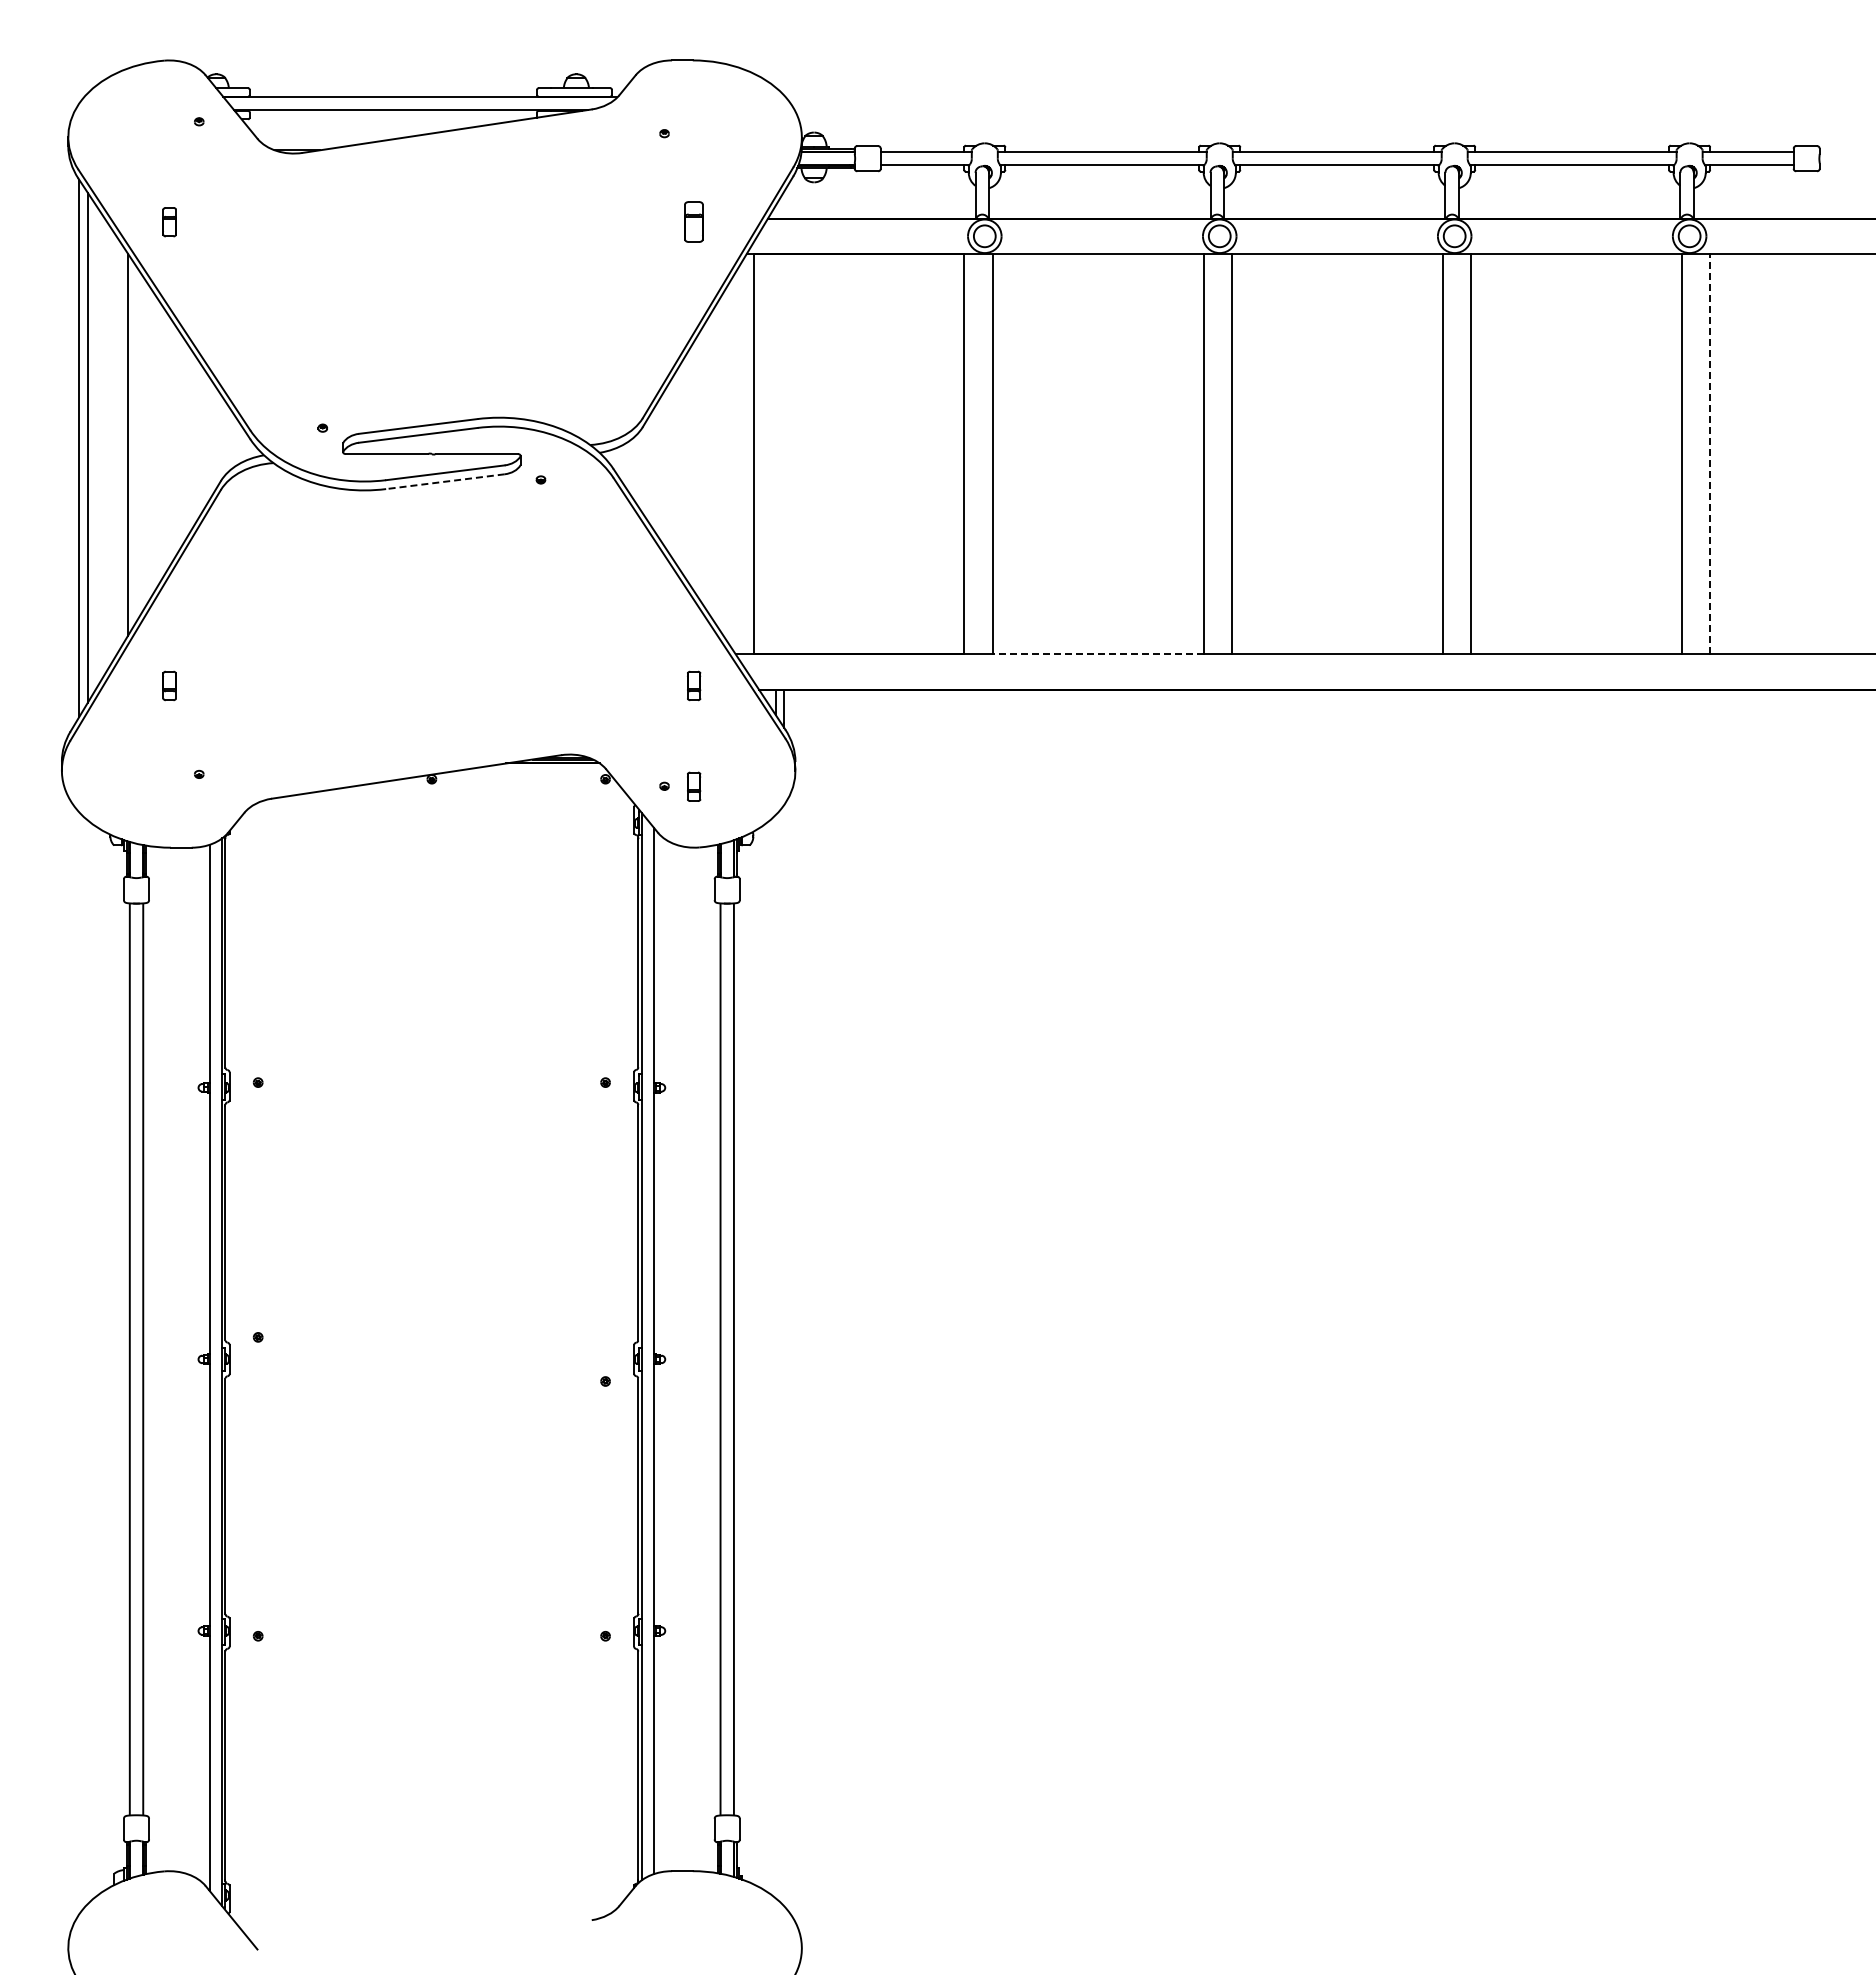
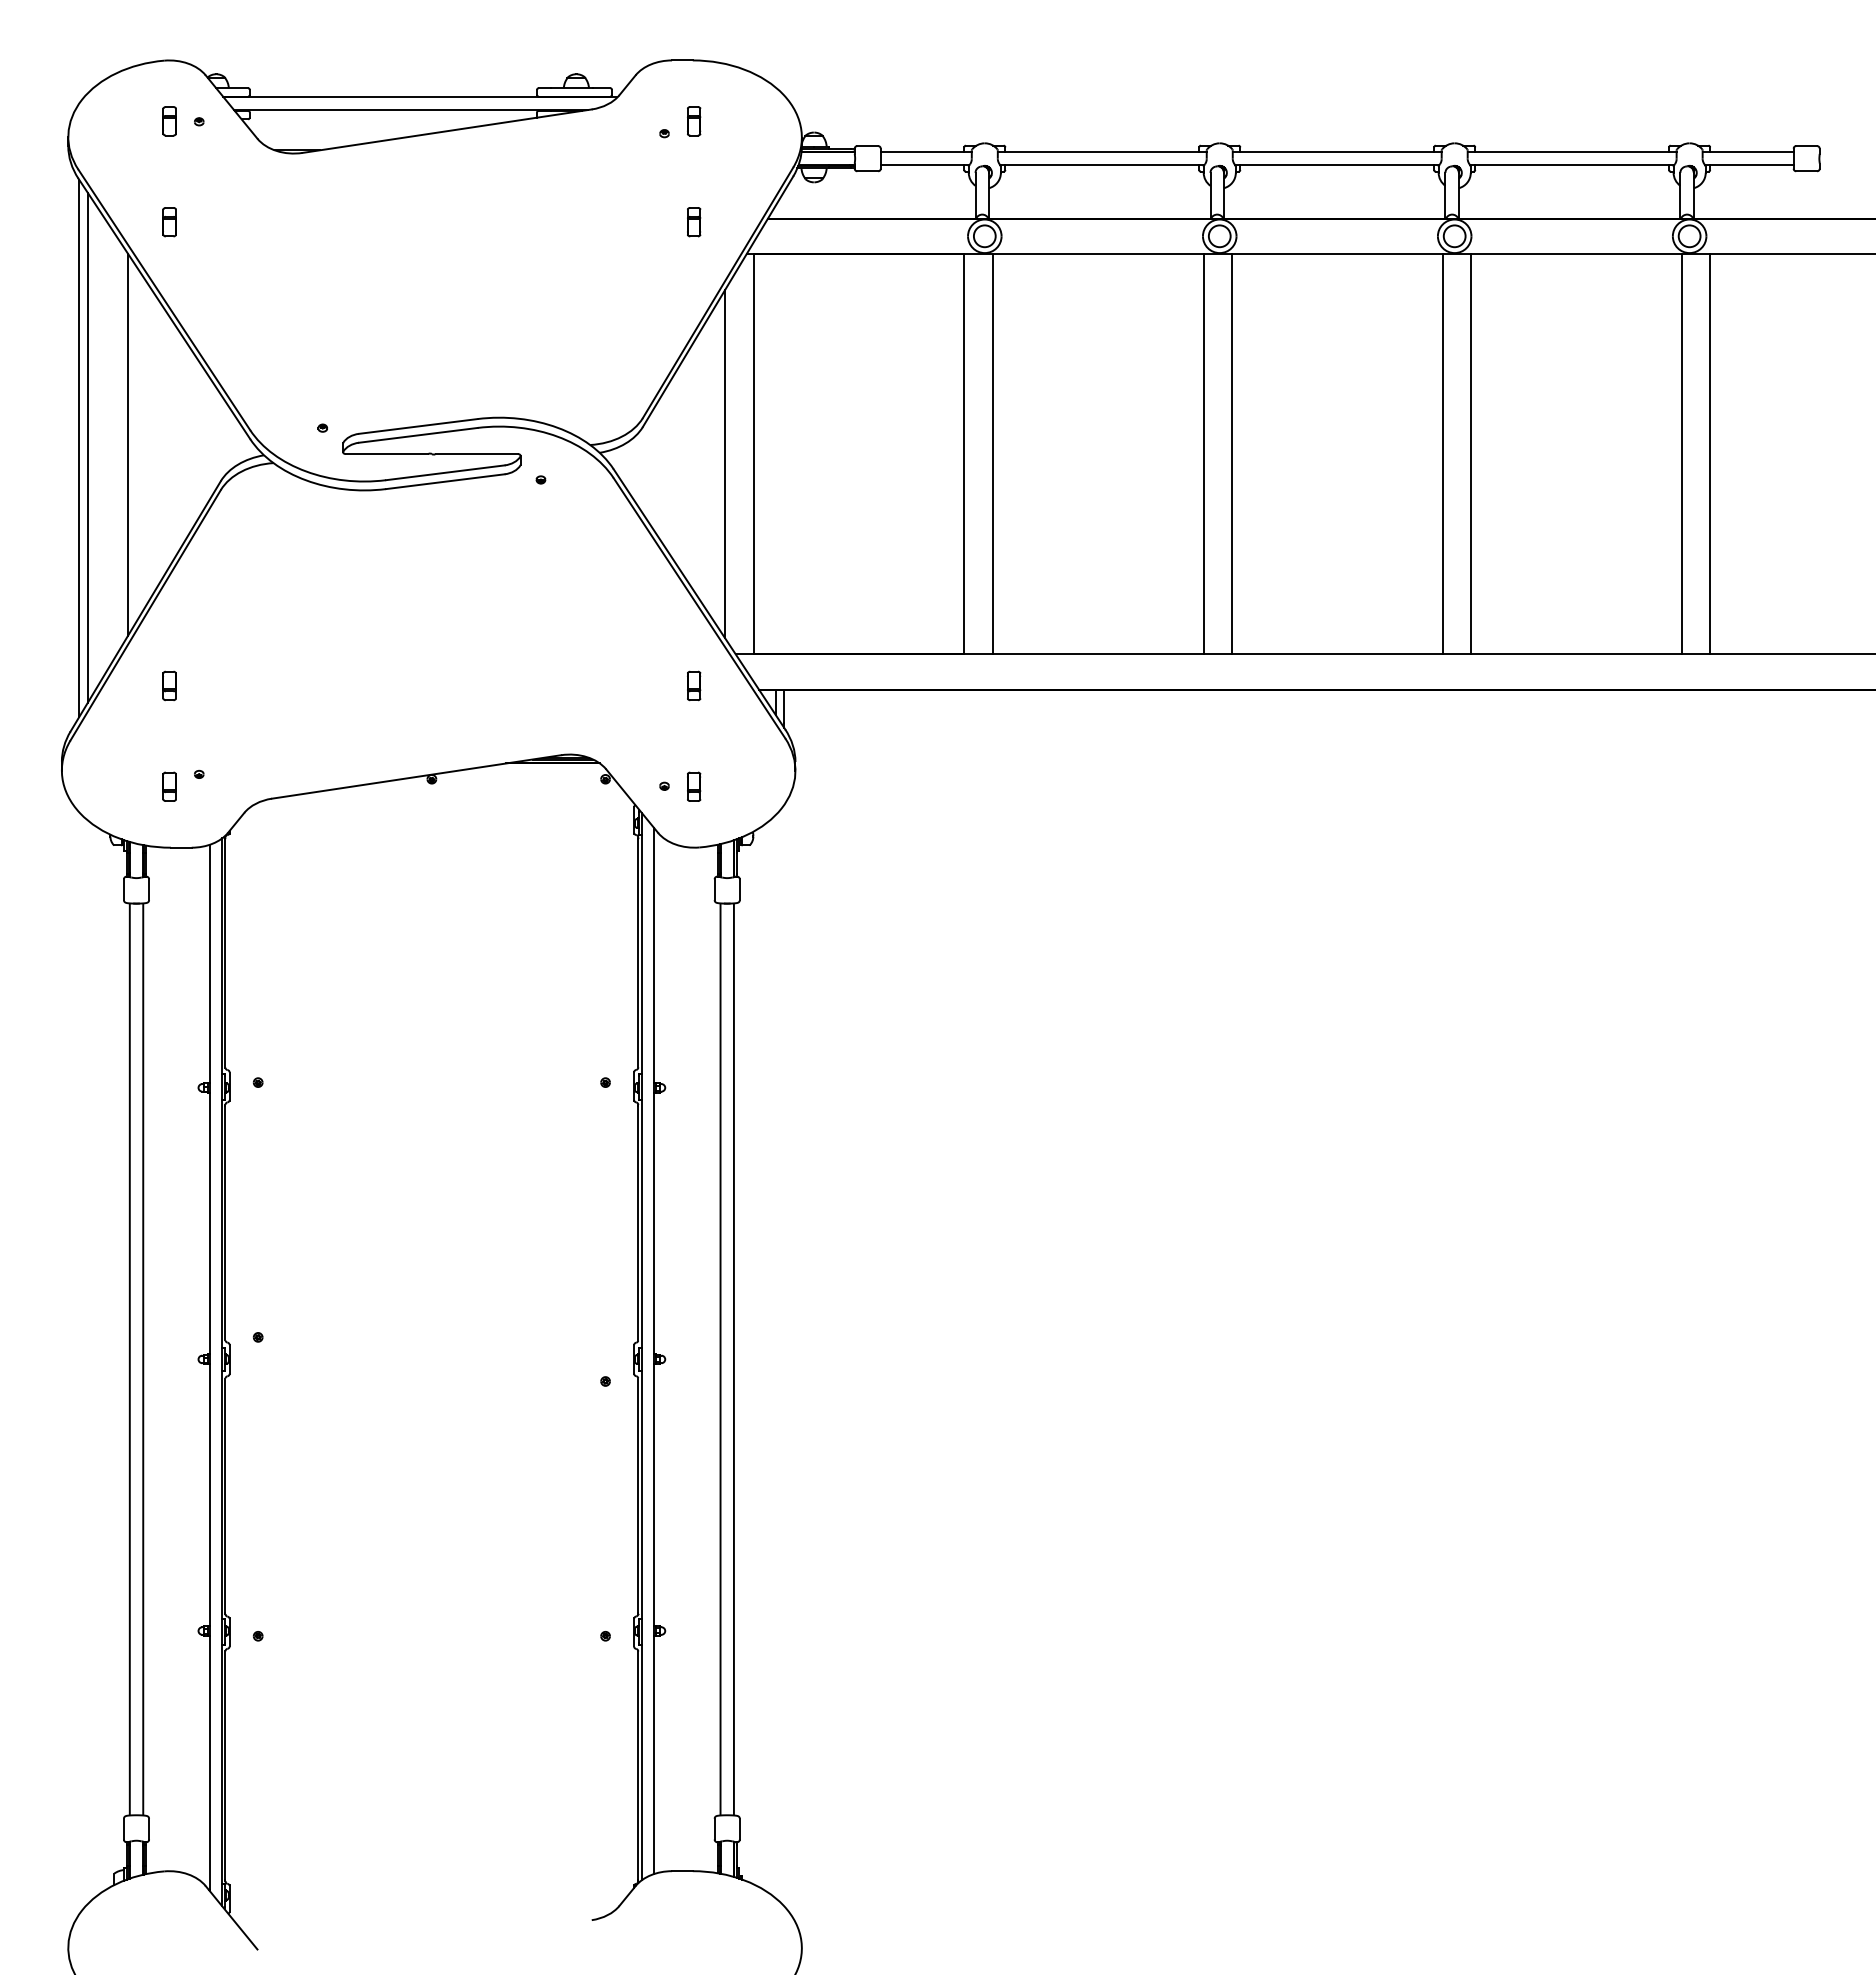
part at (169, 121): none -> present
part at (694, 121): none -> present
part at (693, 221) size: 20x42 px -> 15x31 px
line at (1710, 454): dashed -> solid
line at (725, 463): none -> present
line at (445, 481): dashed -> solid
line at (1097, 654): dashed -> solid
part at (169, 786): none -> present
